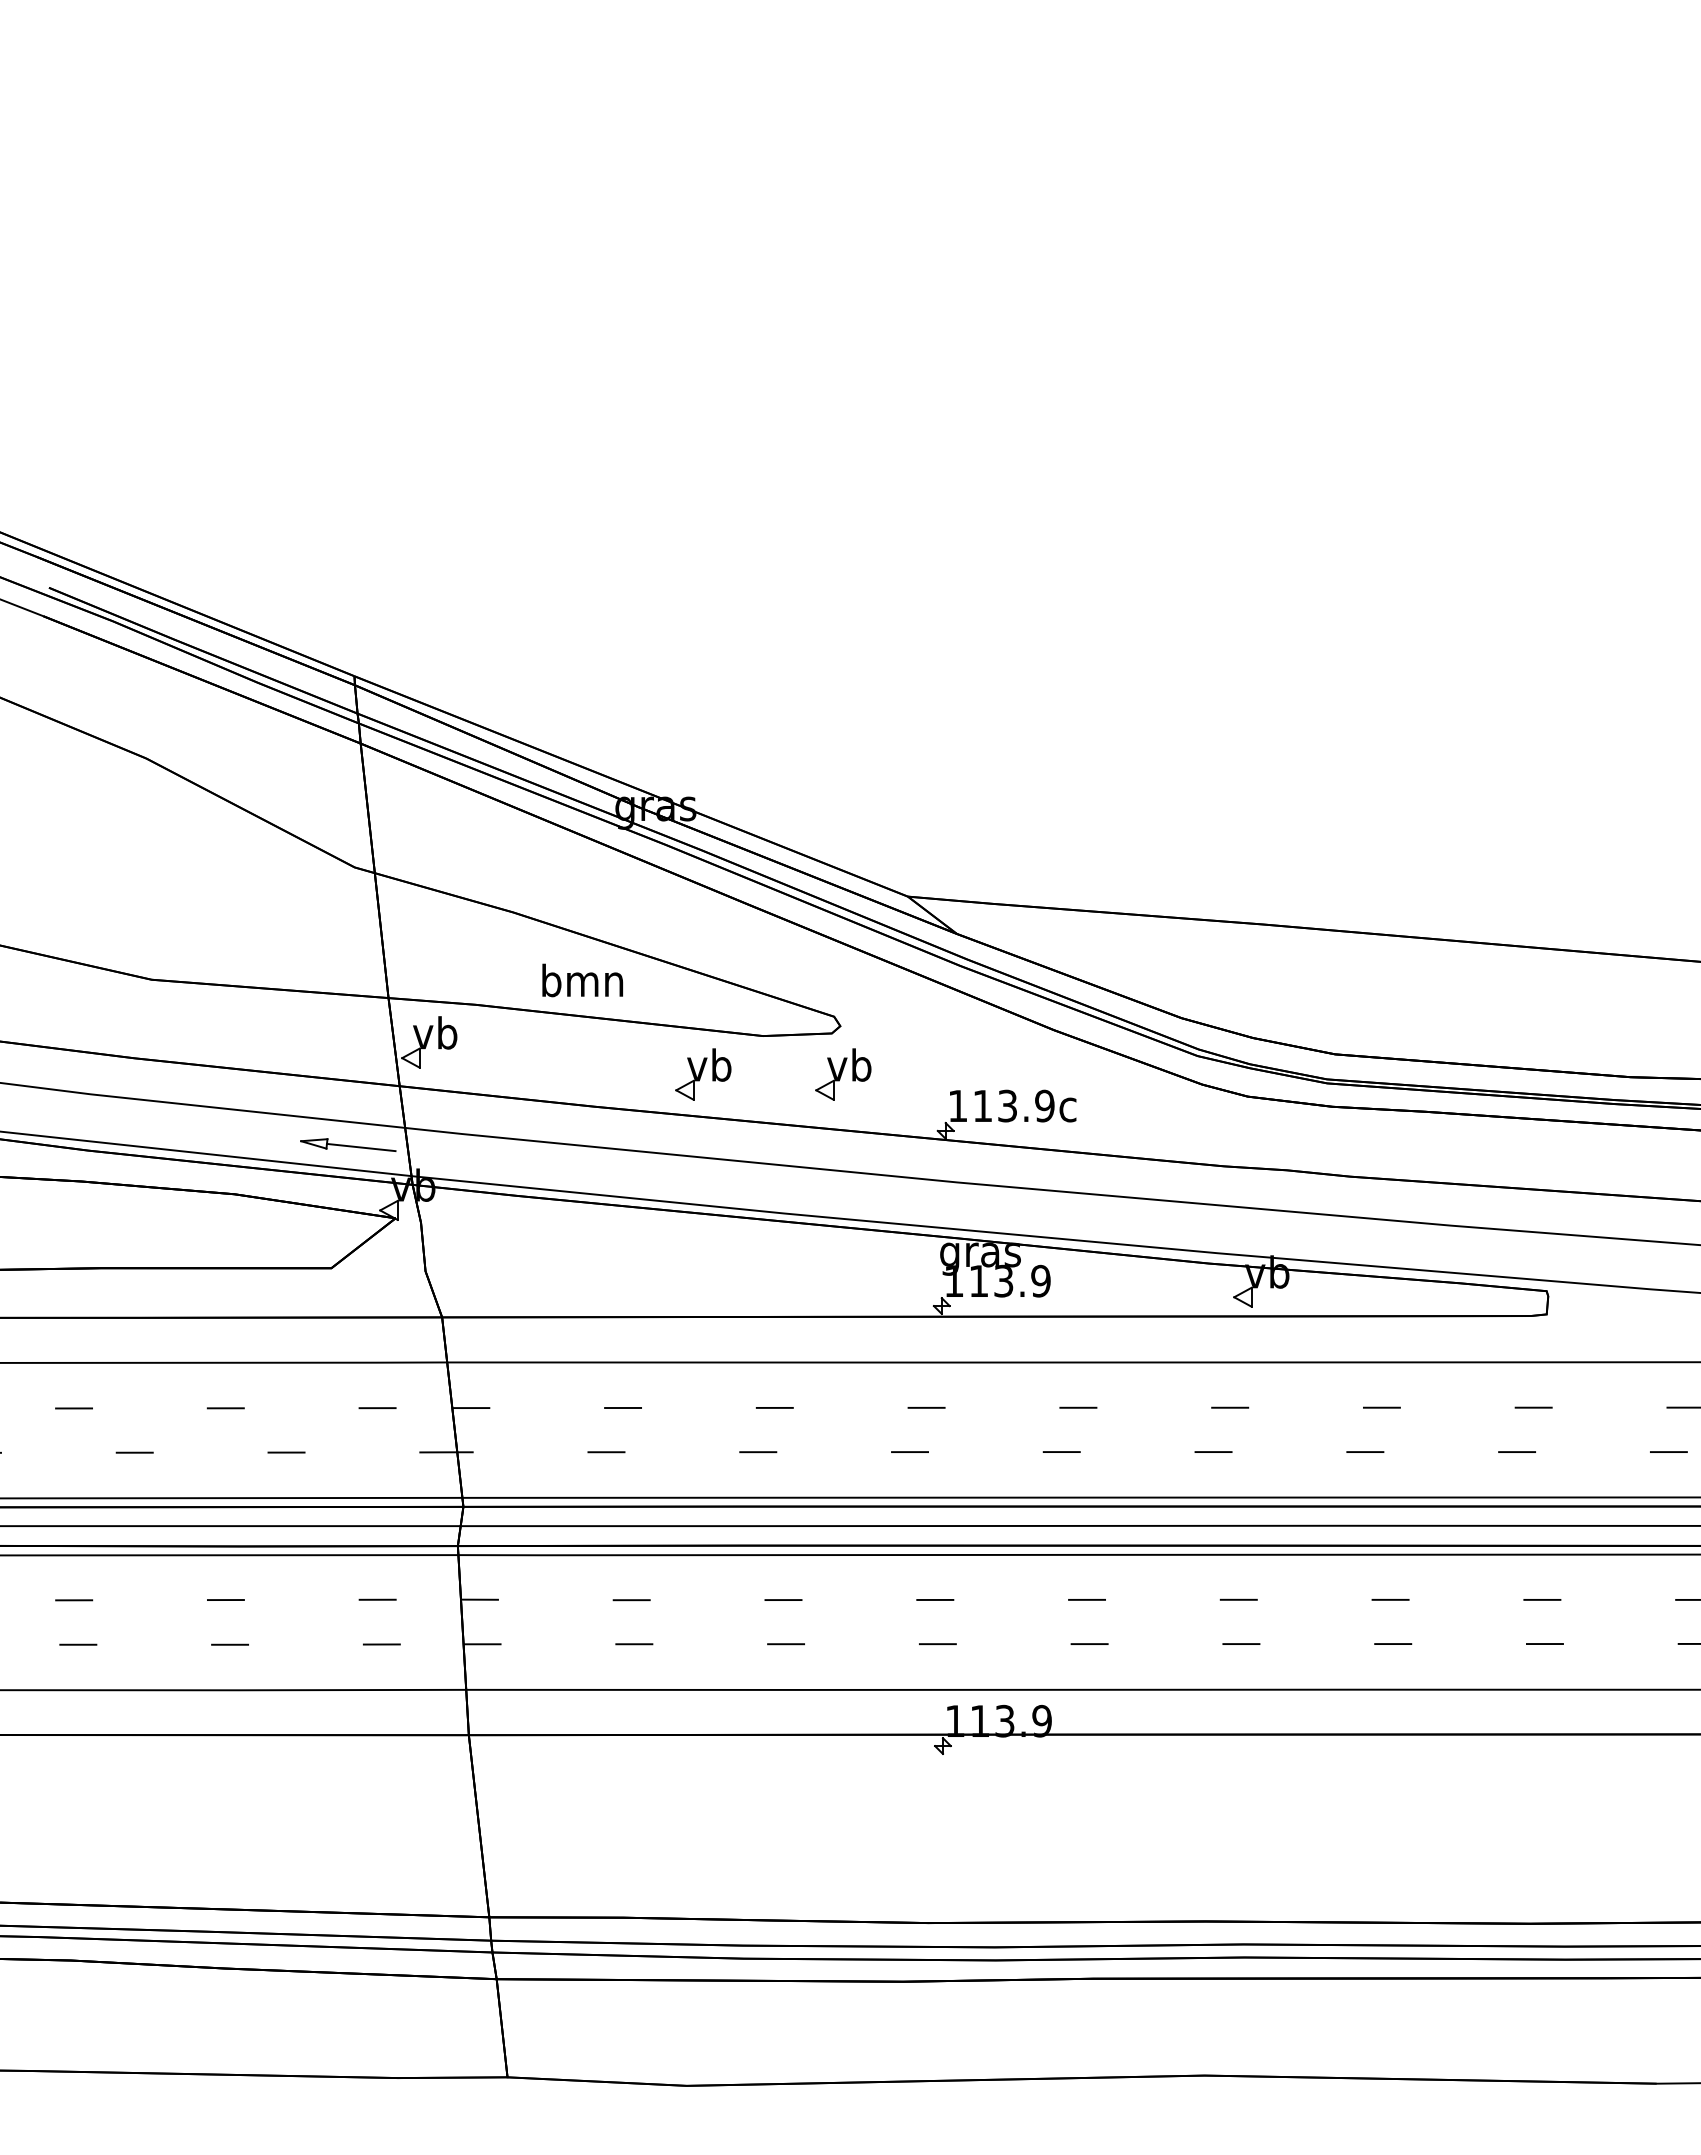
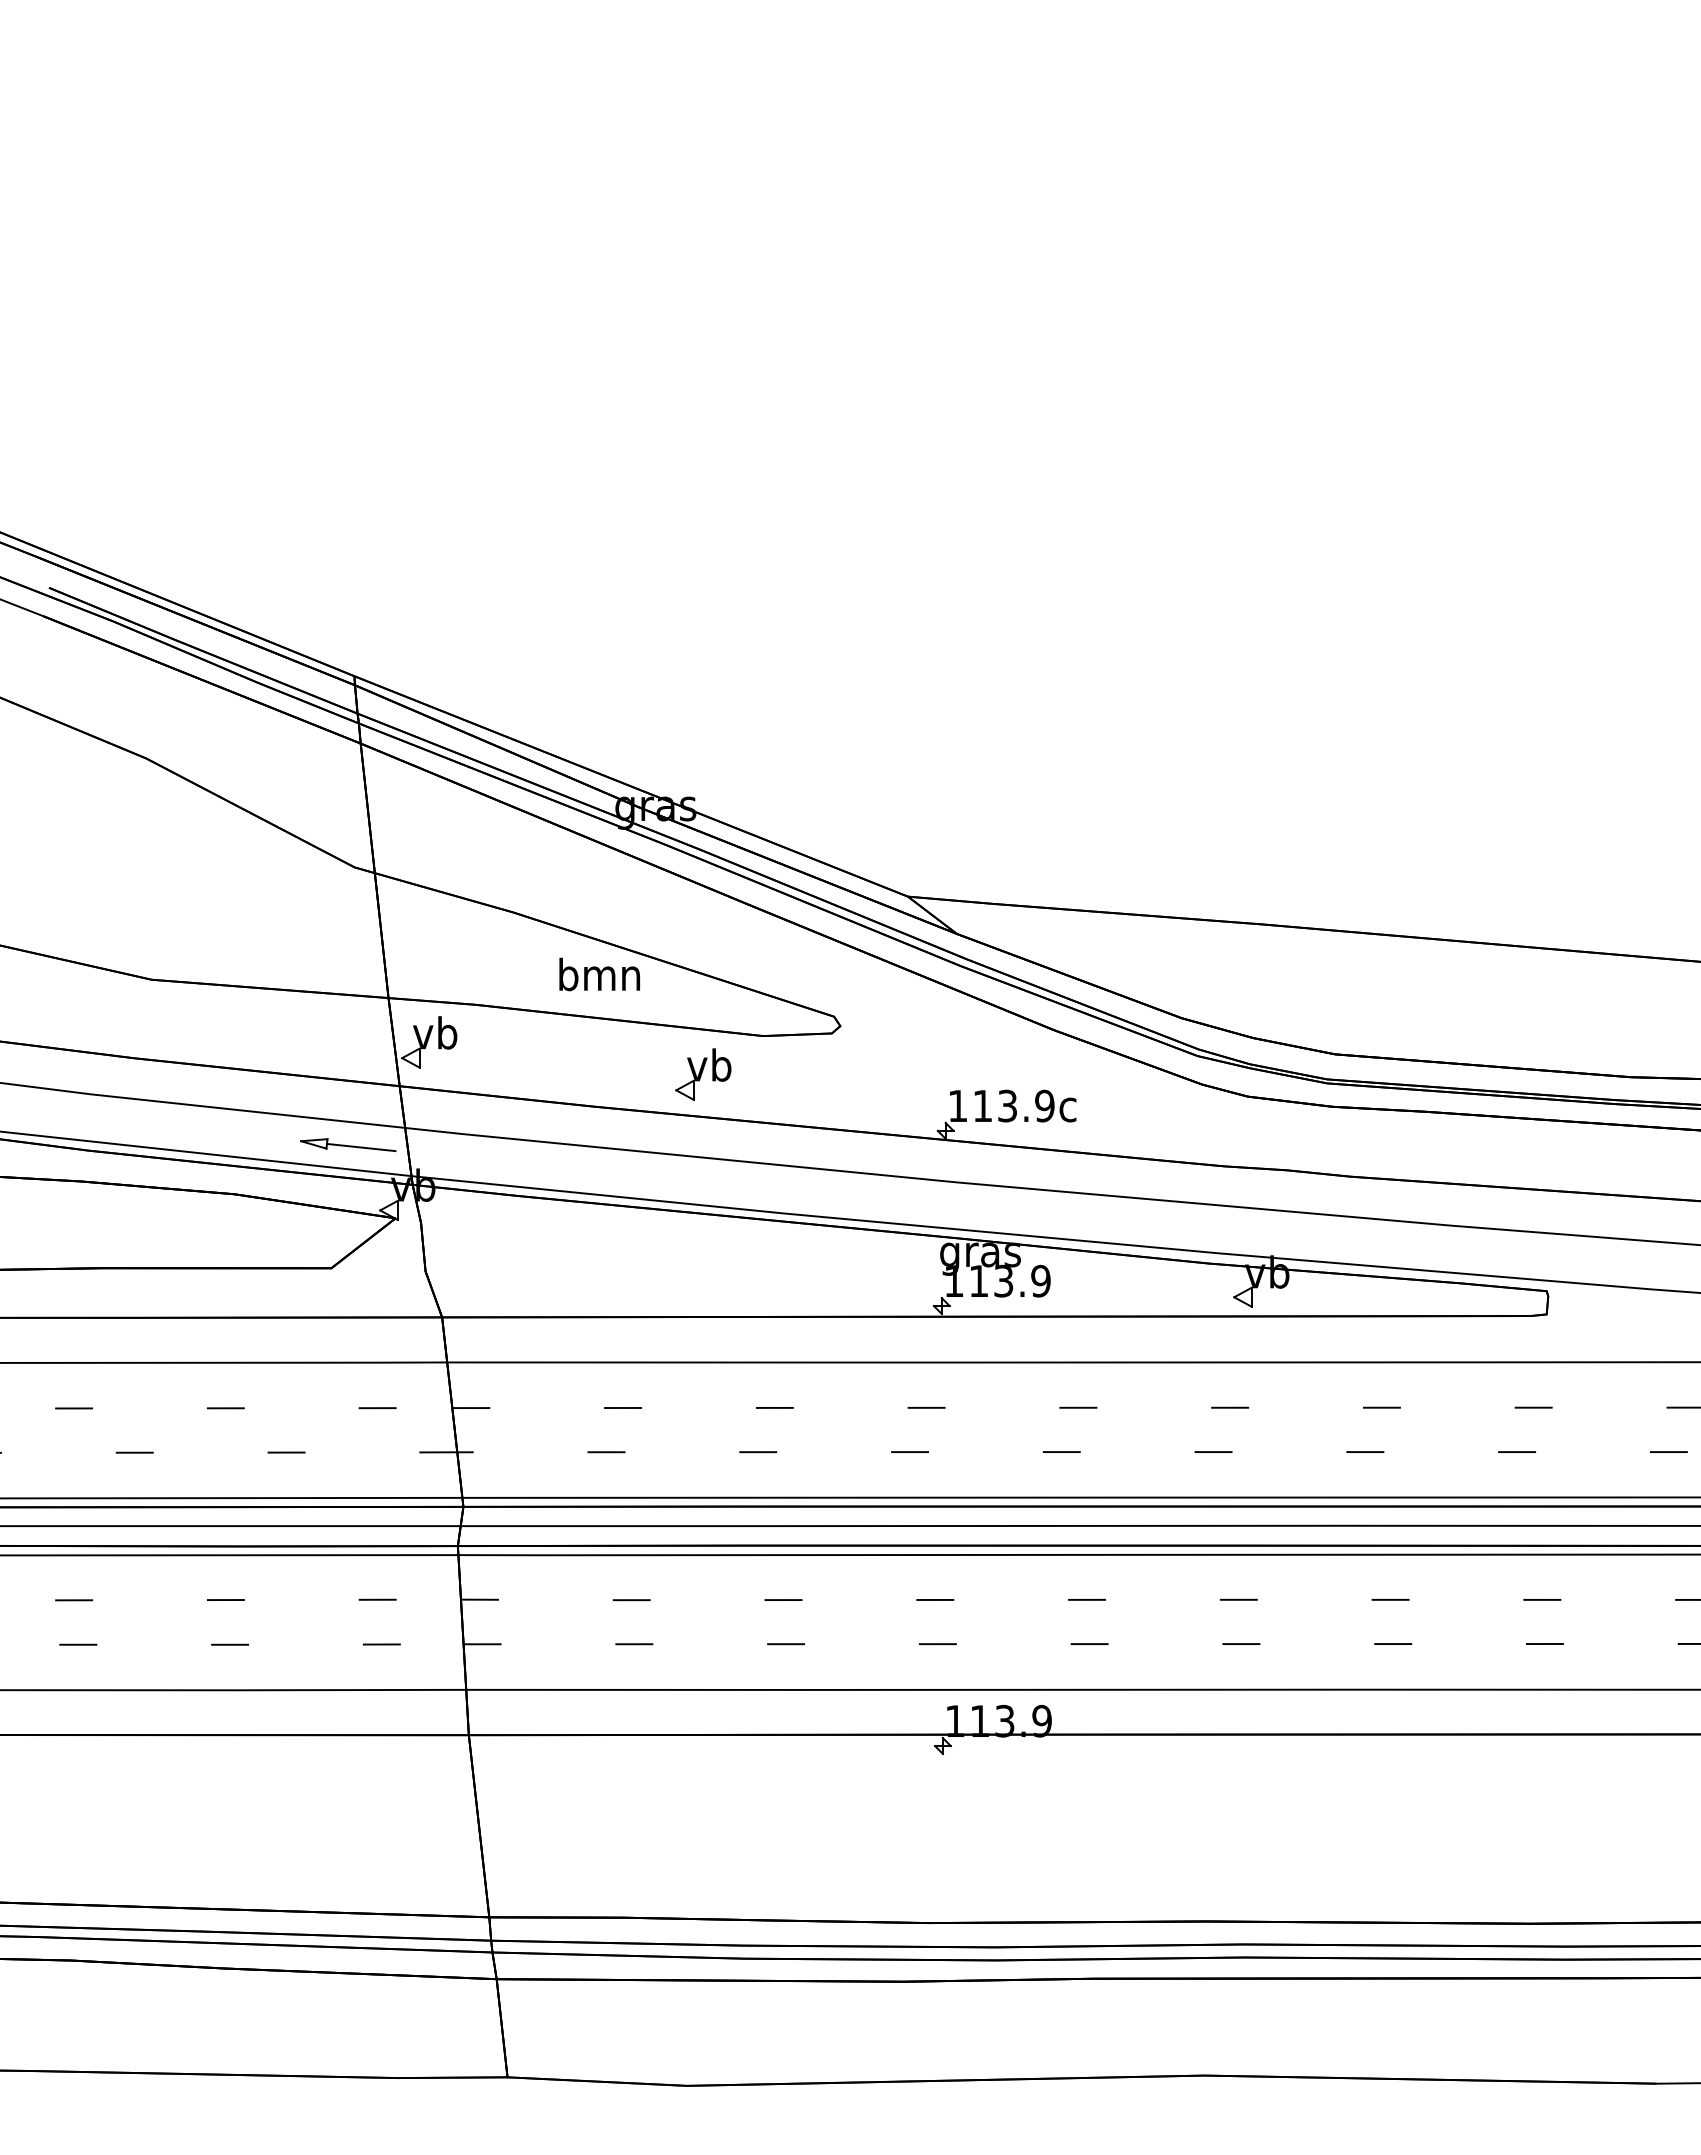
text at (582, 980) position: (582, 980) -> (599, 974)
part at (843, 1074): present -> none
